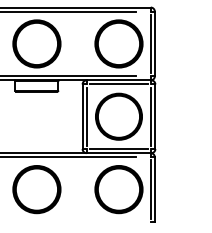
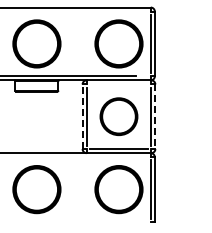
line at (68, 11): present -> none
line at (118, 84): present -> none
line at (82, 116): solid -> dashed
part at (118, 116) size: 48x49 px -> 40x39 px
line at (155, 117): solid -> dashed
line at (68, 157): present -> none
